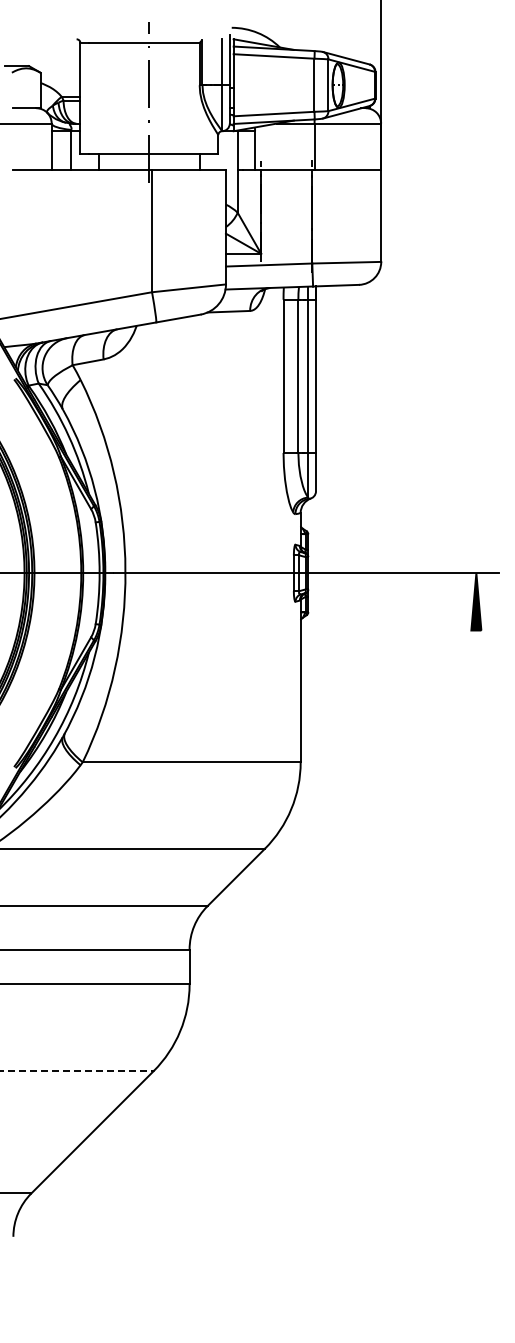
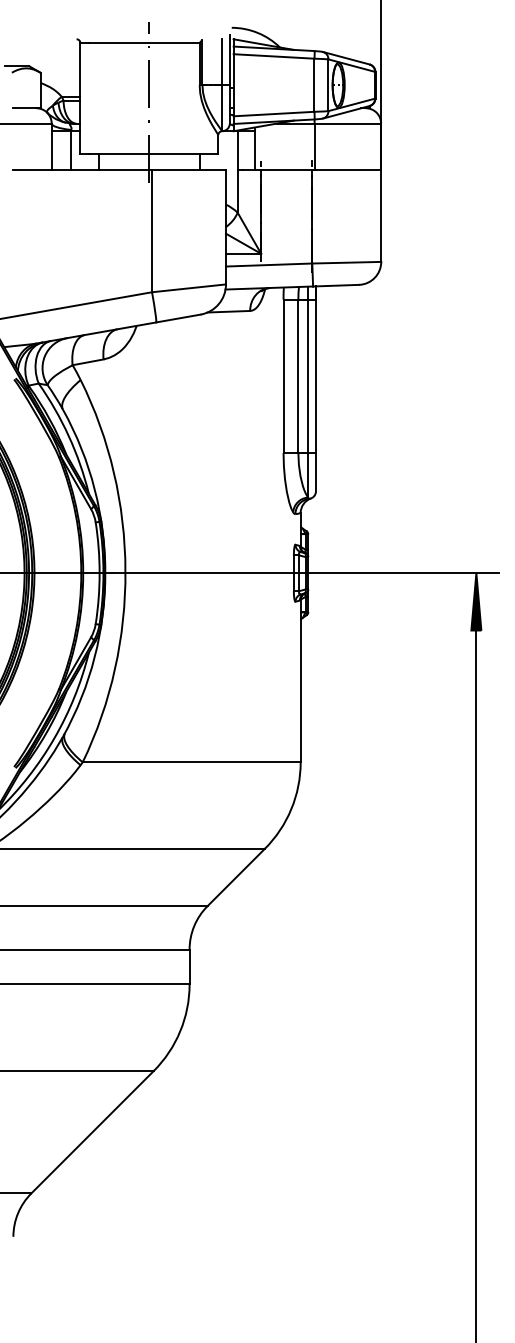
line at (476, 984): none -> present
line at (76, 1071): dashed -> solid
